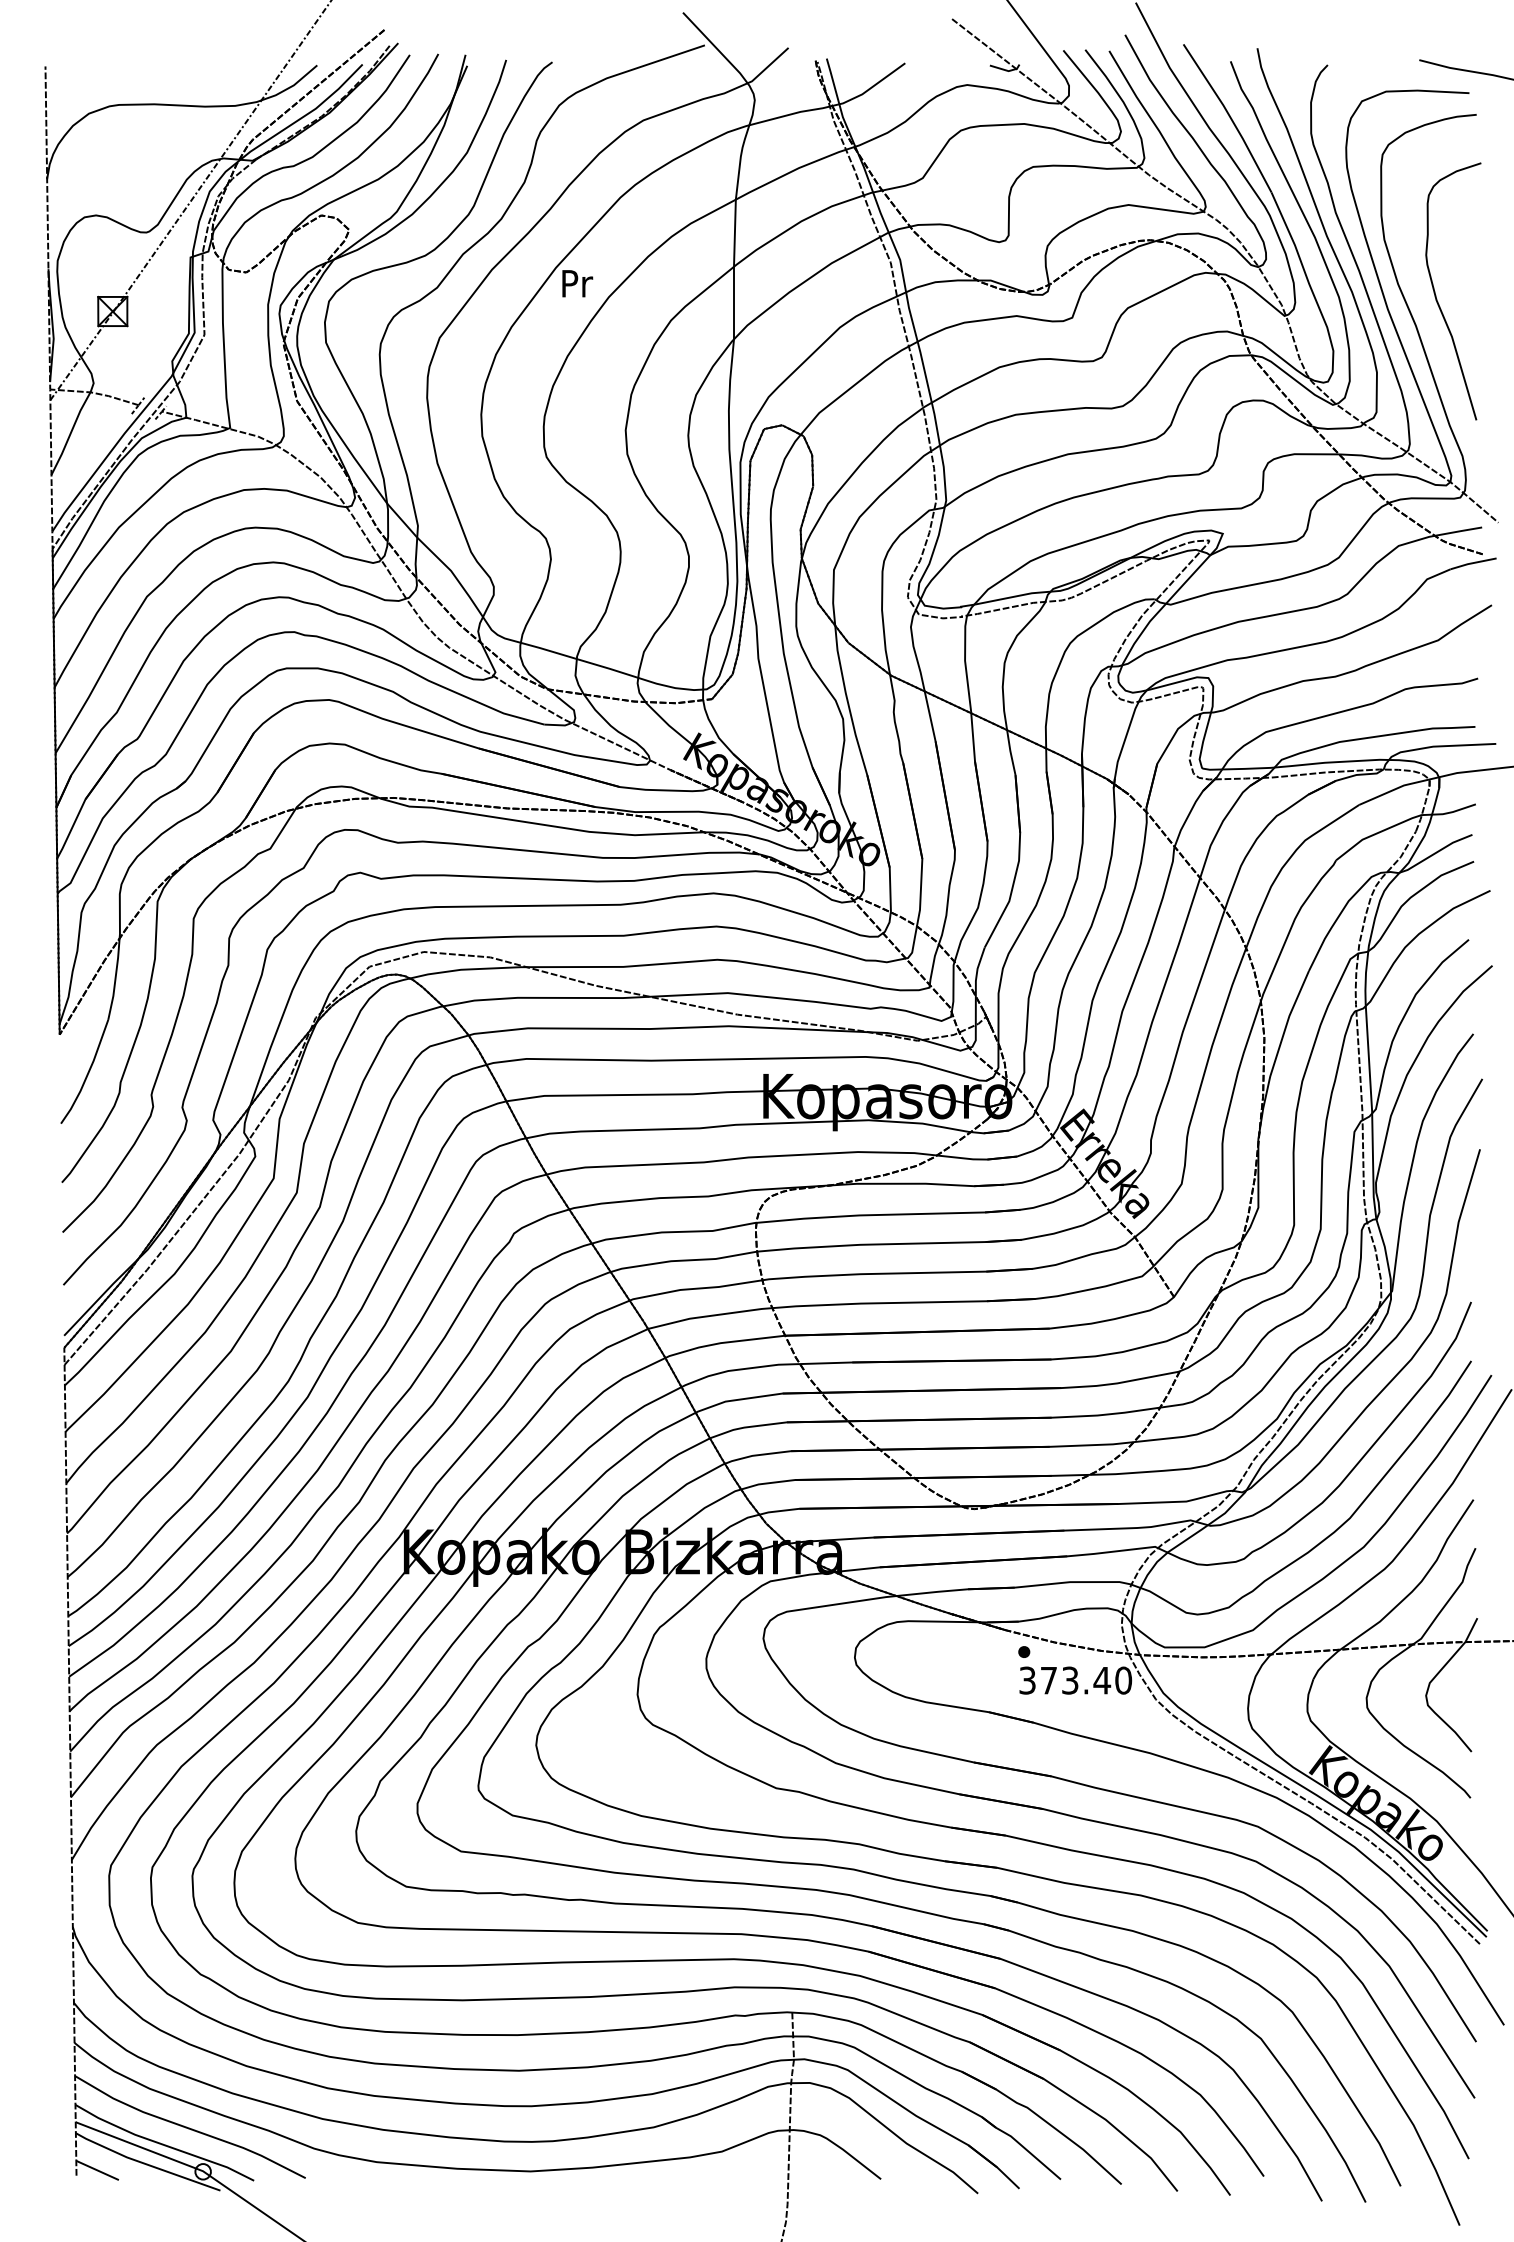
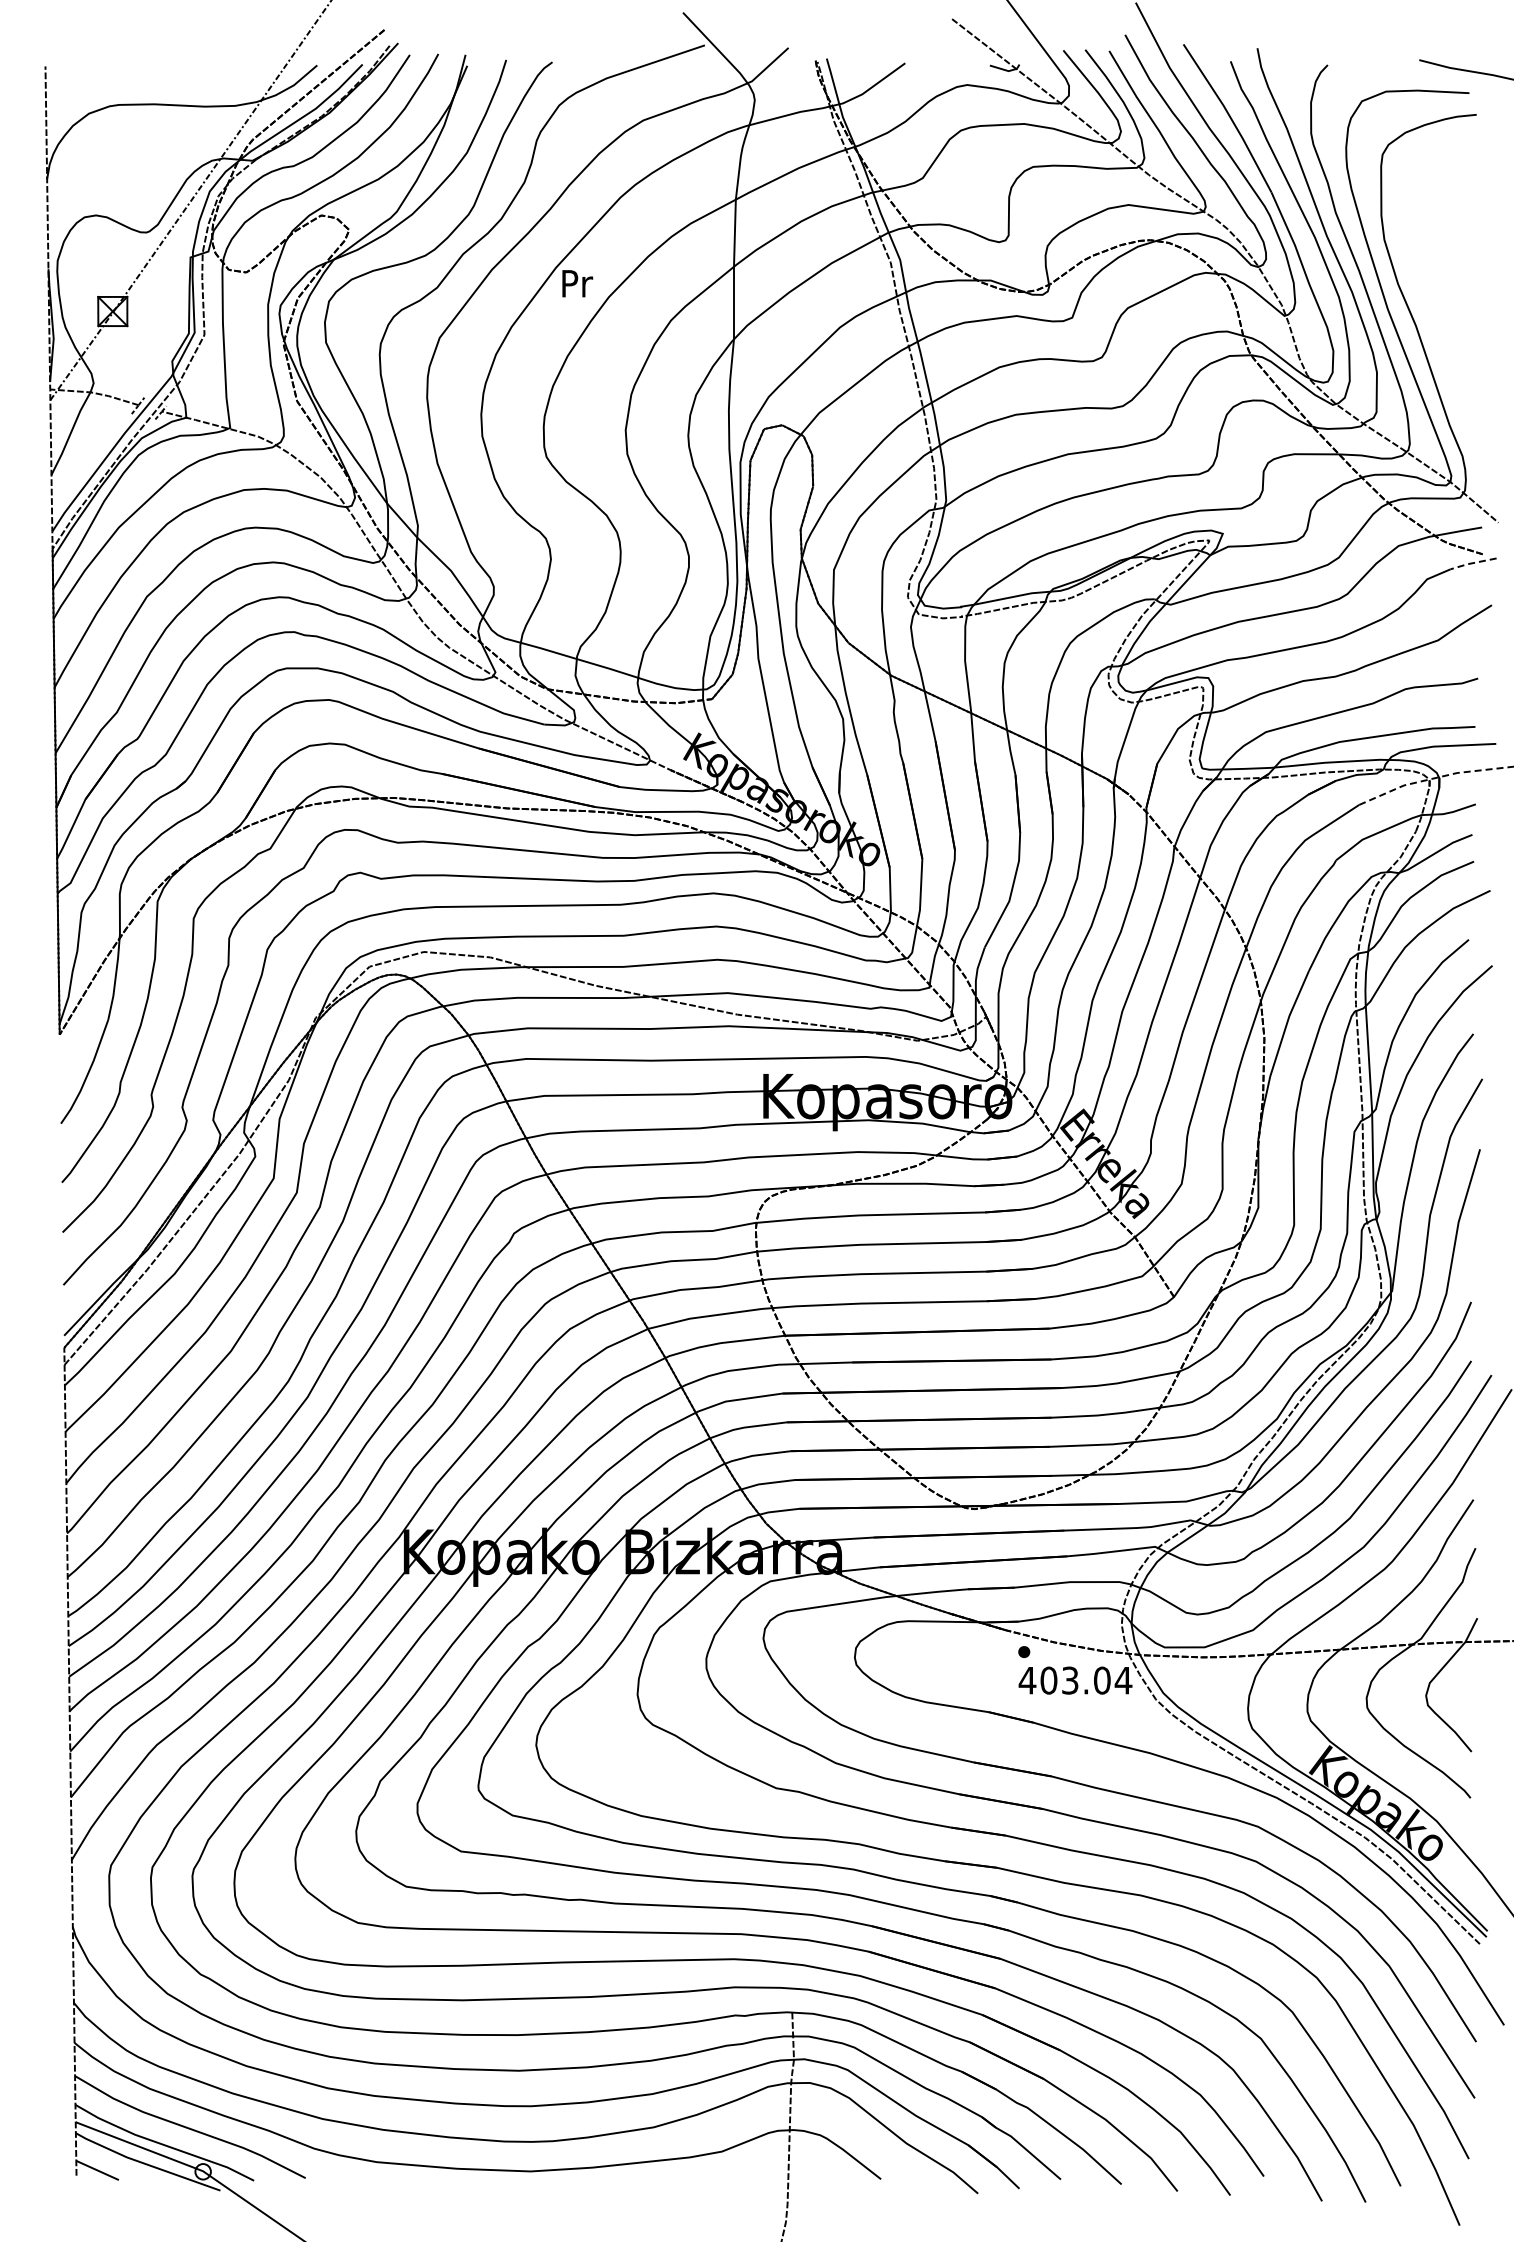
curve at (1436, 295): present -> none
line at (1472, 563): solid -> dashed
line at (1434, 778): solid -> dashed
text at (1075, 1680): 373.40 -> 403.04
